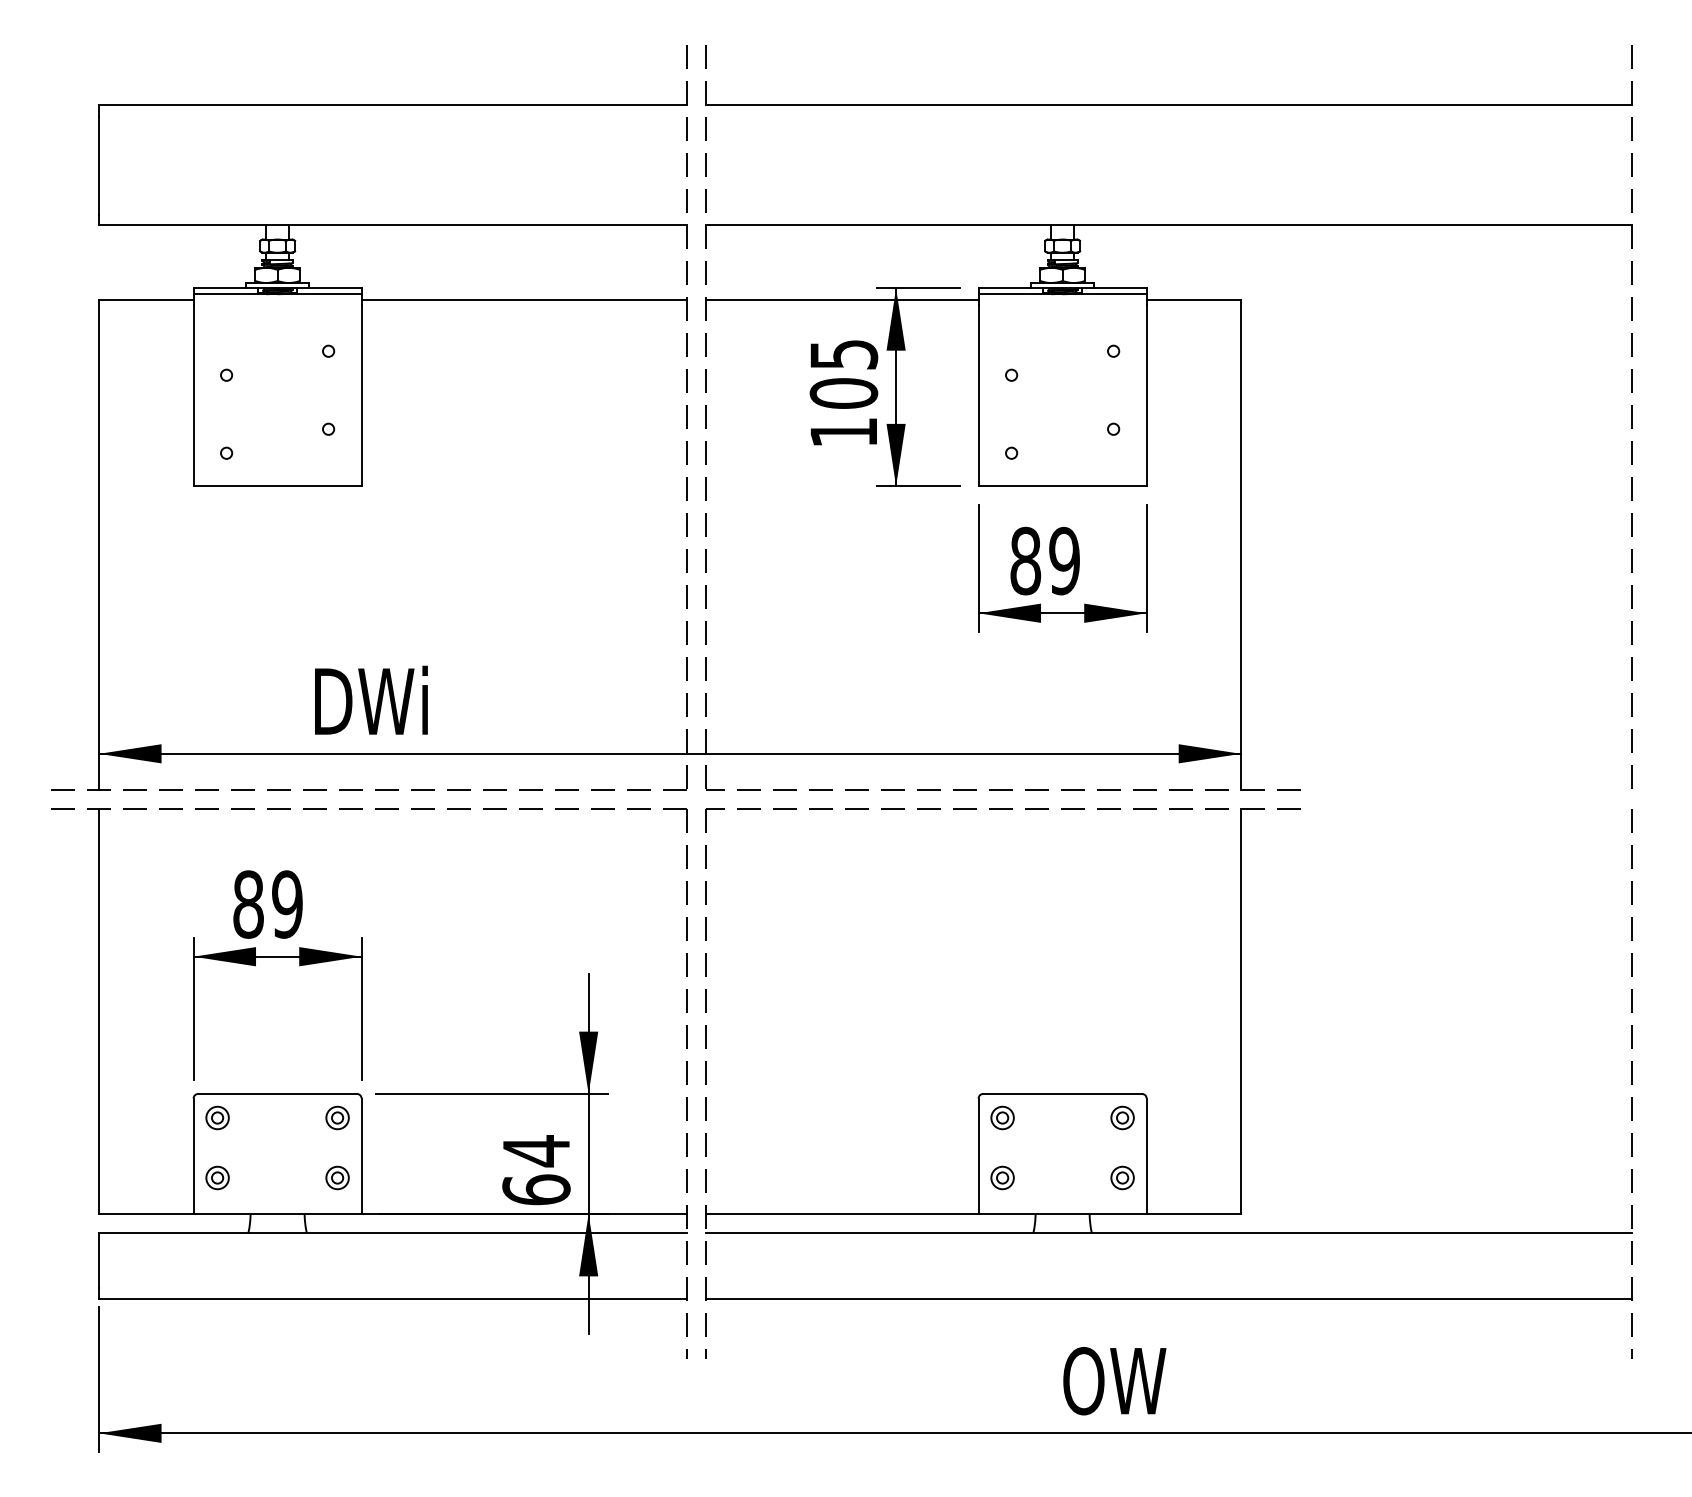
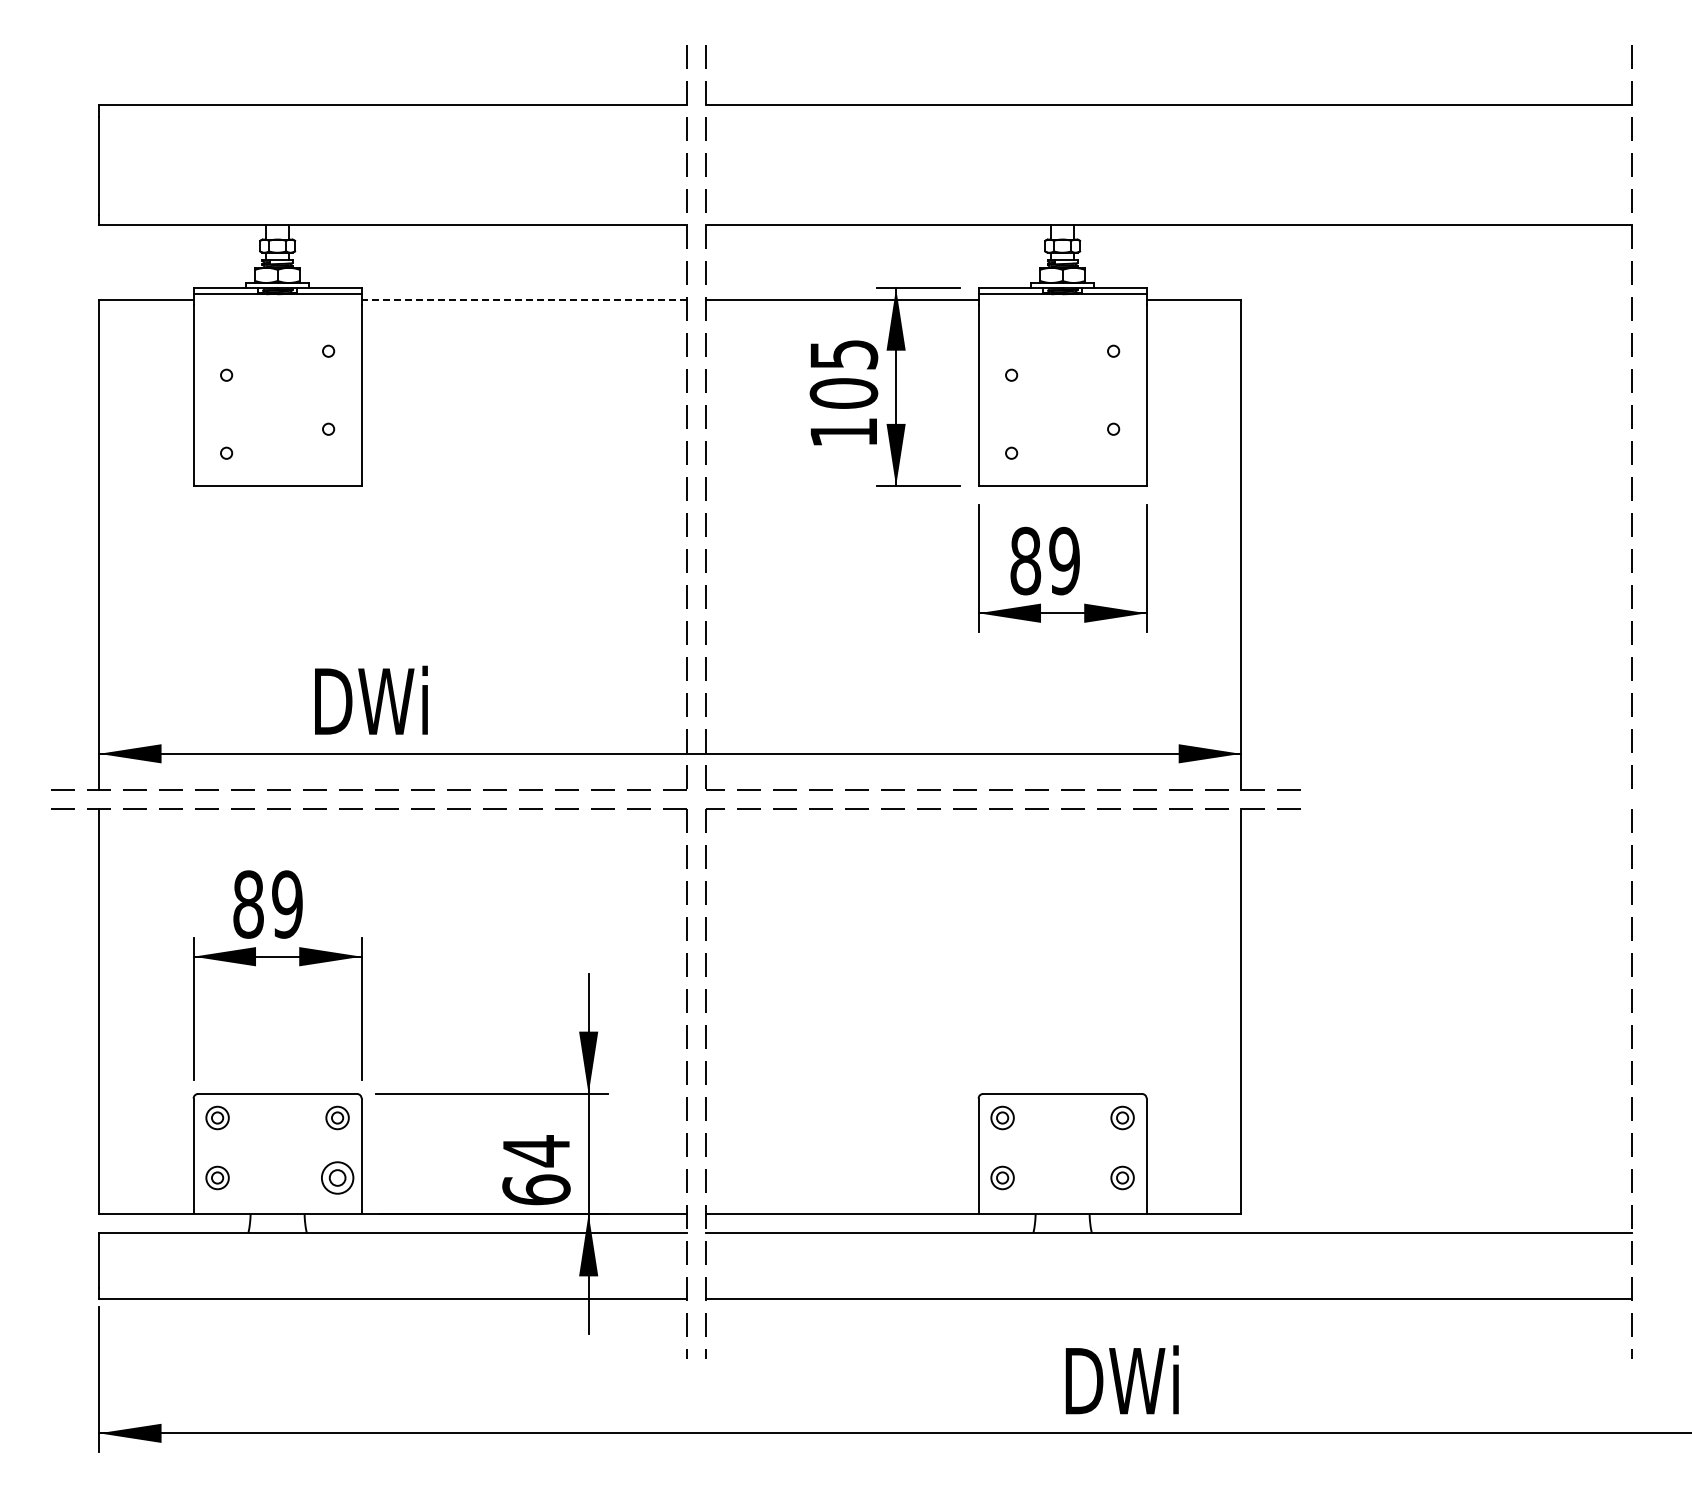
line at (524, 300): solid -> dashed
part at (337, 1177) size: 25x26 px -> 34x34 px
text at (1120, 1380): OW -> DWi
